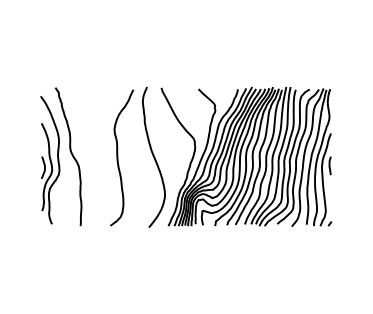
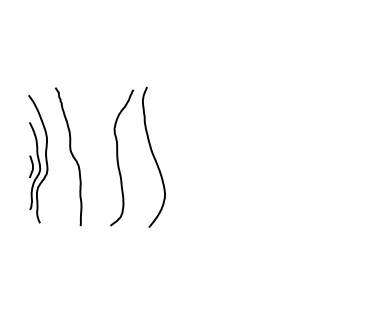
part at (246, 156): present -> none
part at (50, 160) position: (50, 160) -> (38, 159)
